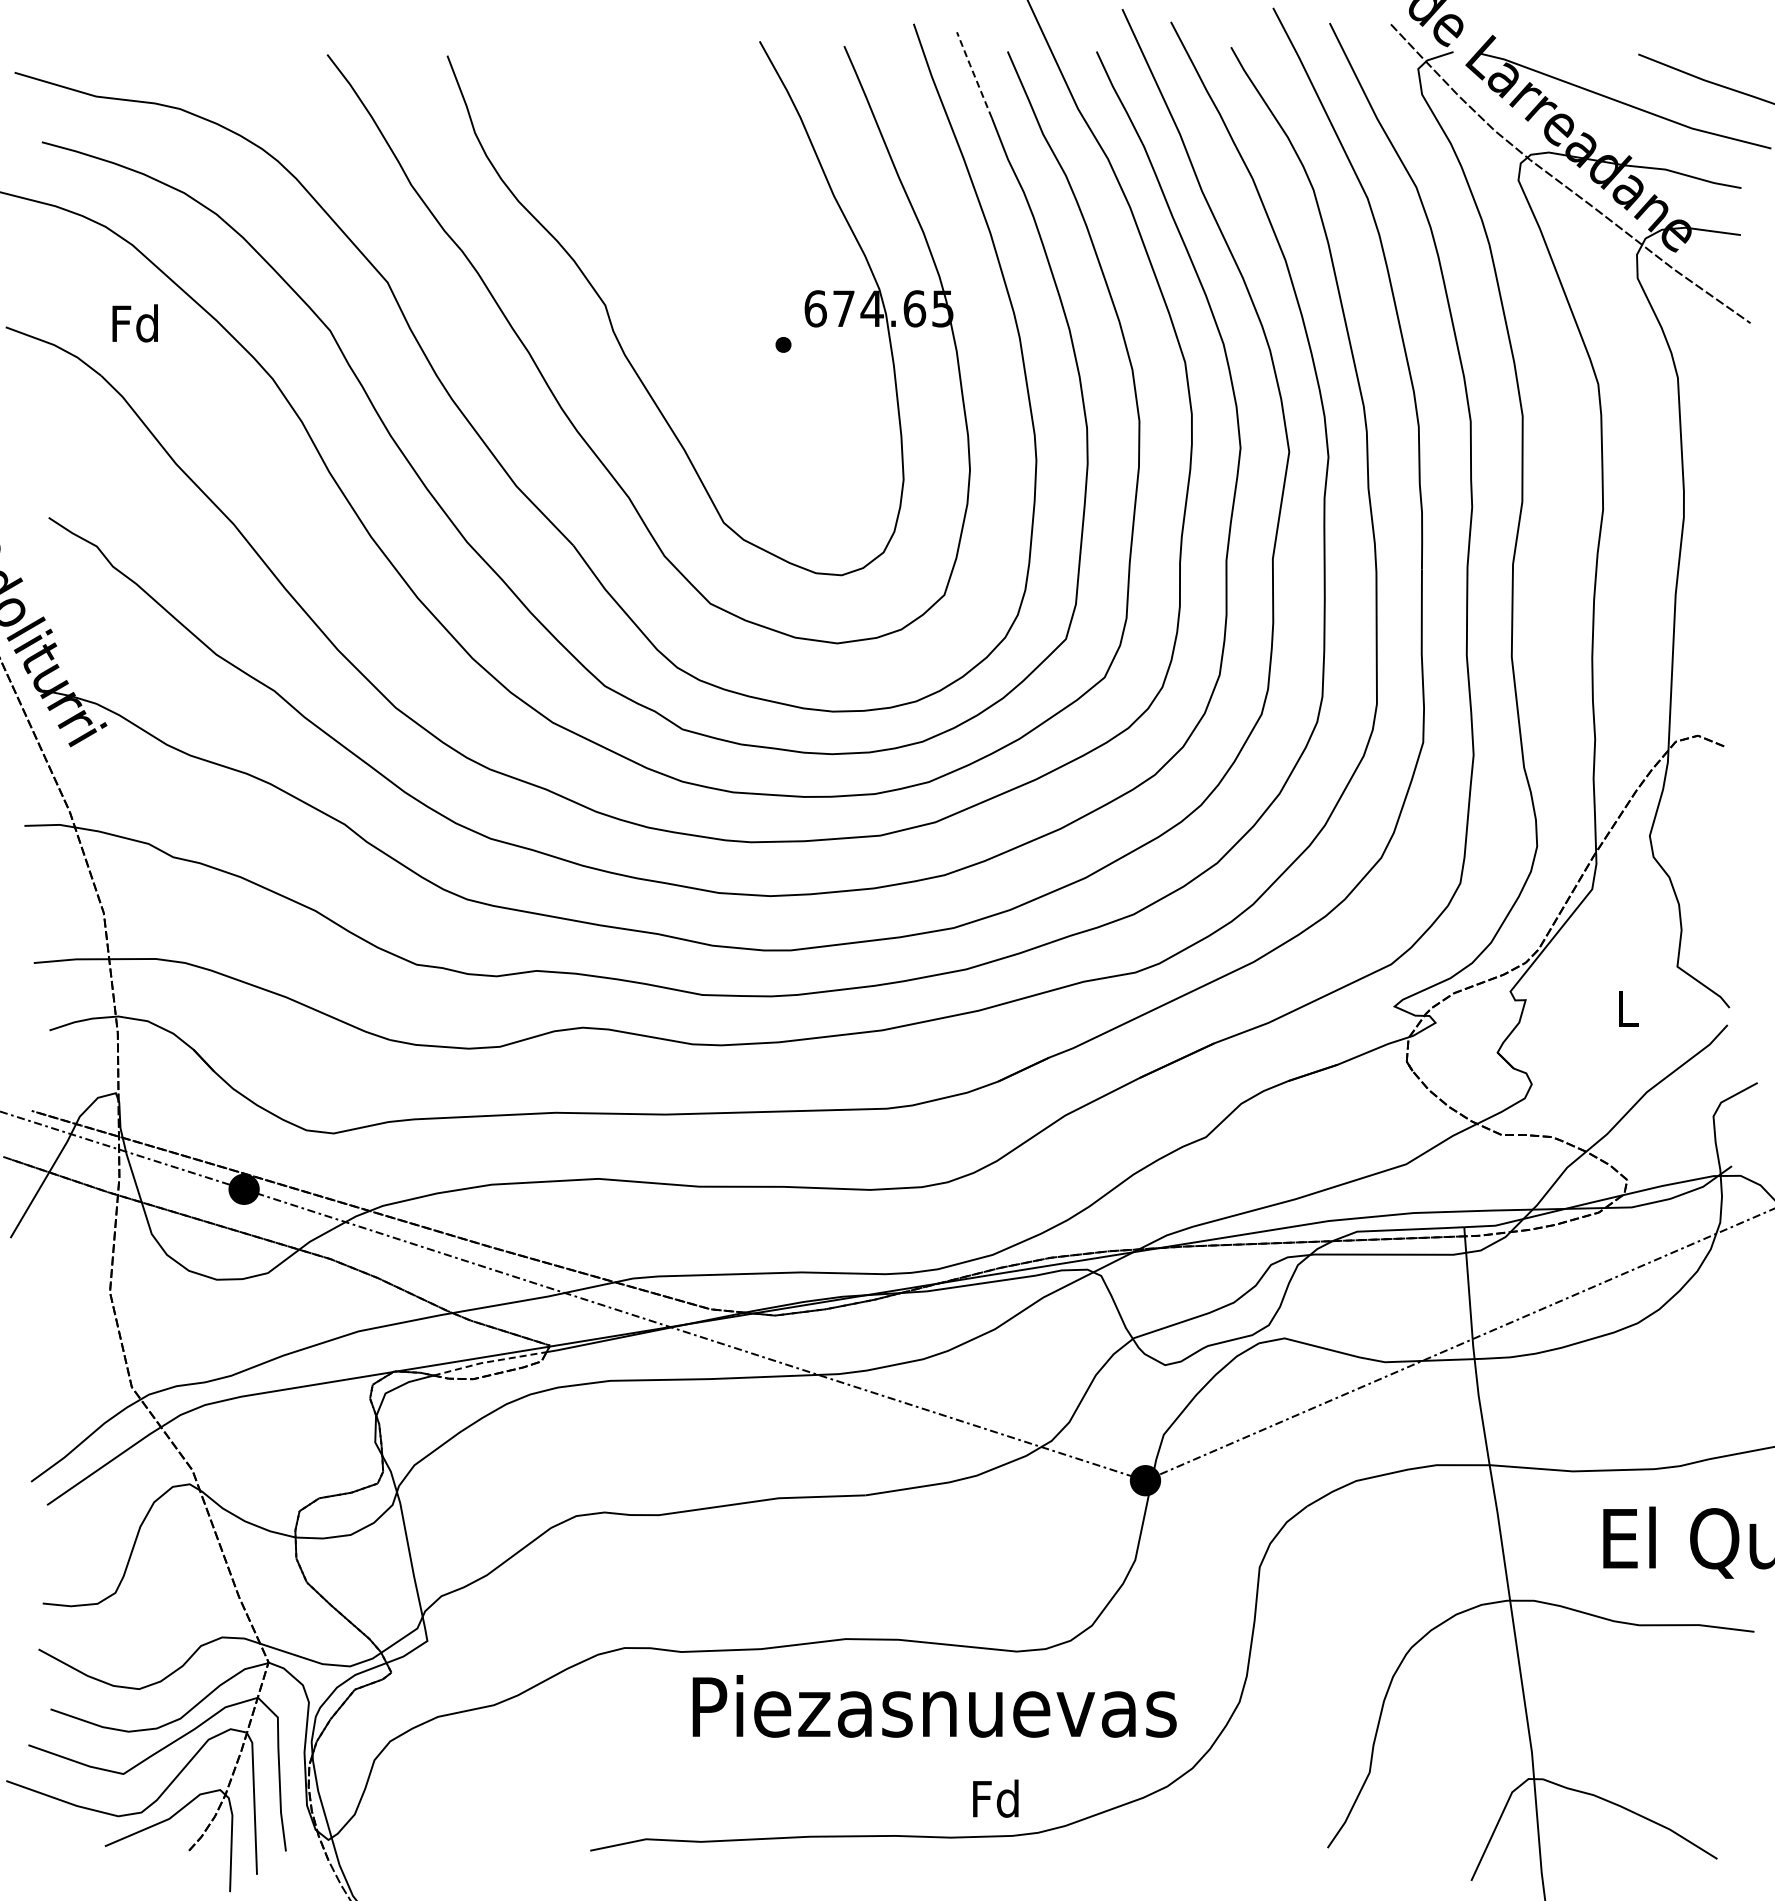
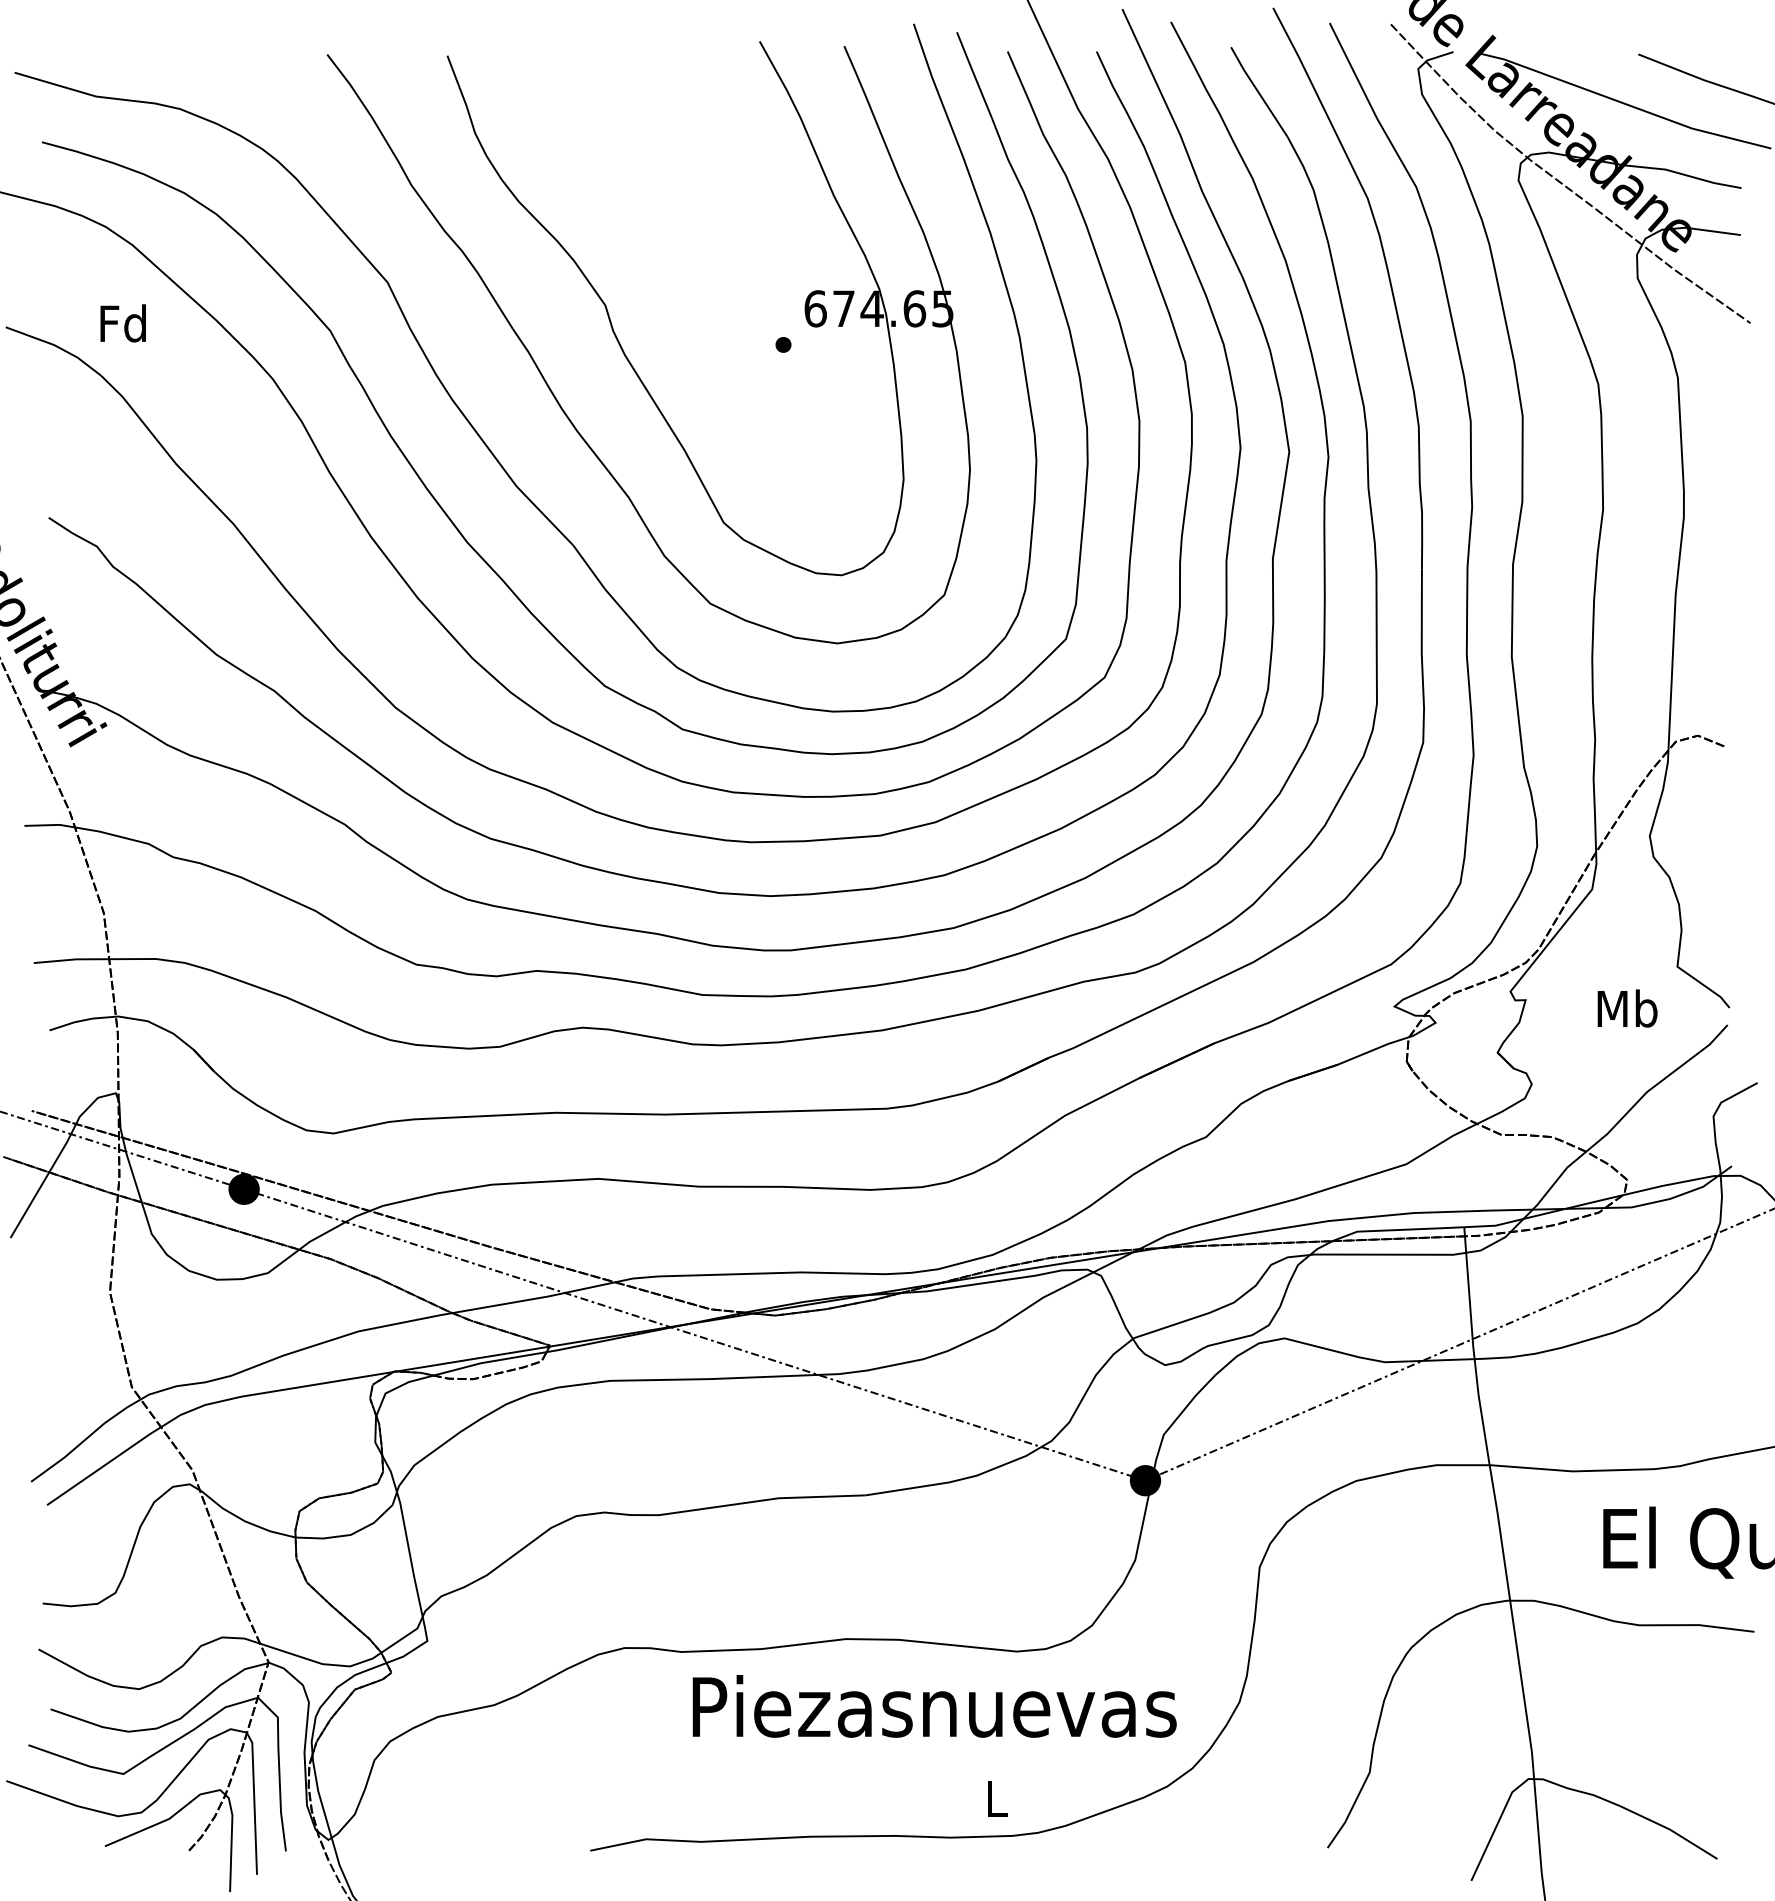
line at (973, 74): dashed -> solid
text at (134, 323) position: (134, 323) -> (122, 323)
text at (1627, 1008): L -> Mb
line at (489, 1361): dashed -> solid
text at (995, 1798): Fd -> L
